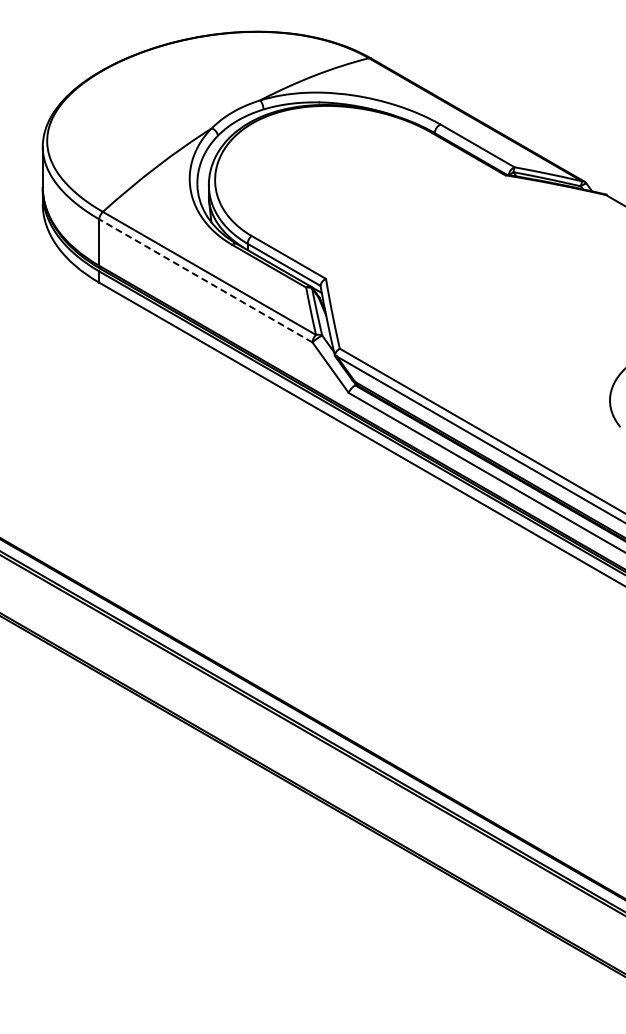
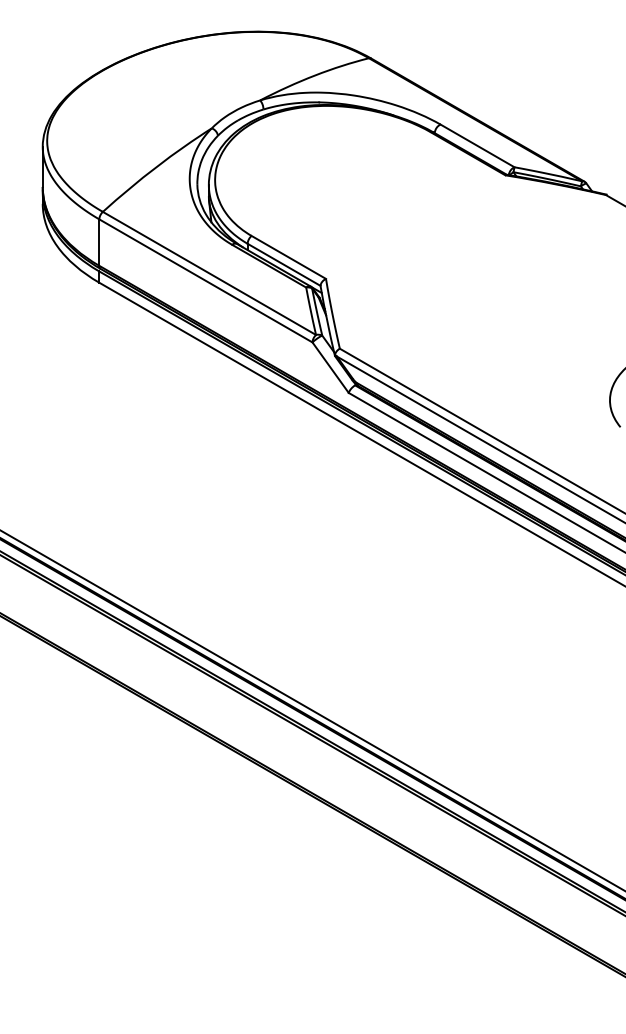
line at (205, 280): dashed -> solid
line at (312, 710): none -> present
